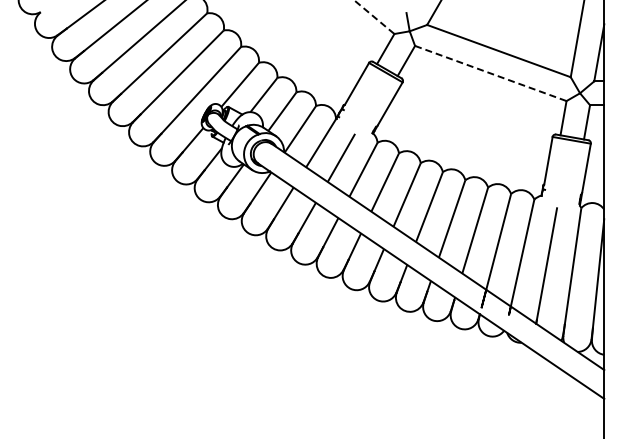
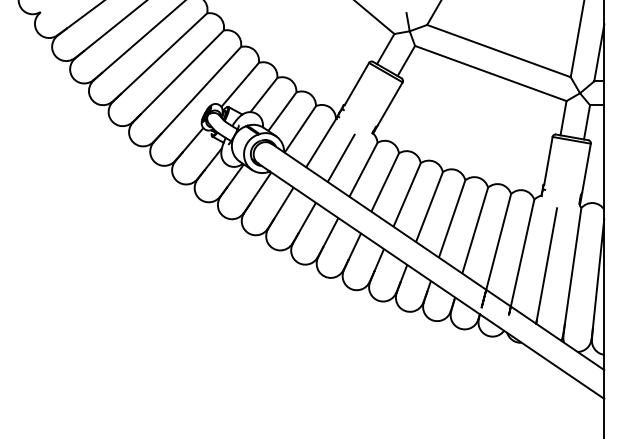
line at (374, 17): dashed -> solid
line at (490, 73): dashed -> solid
